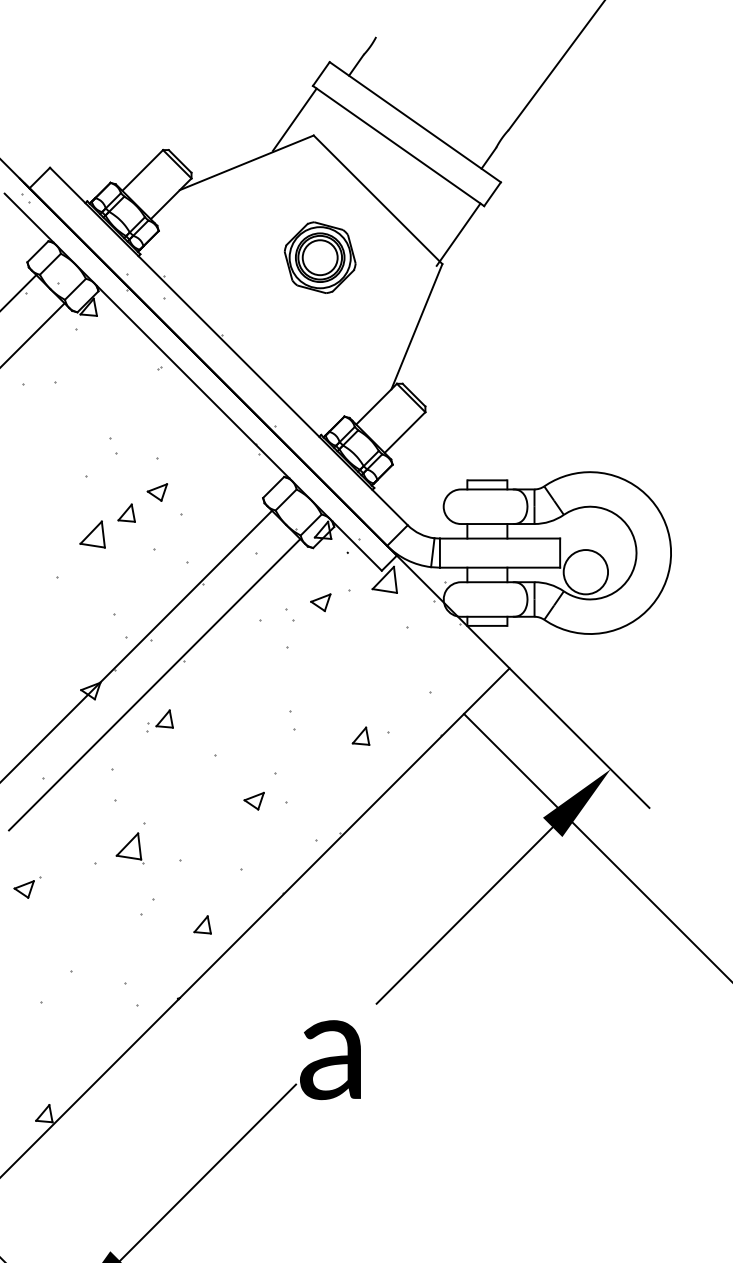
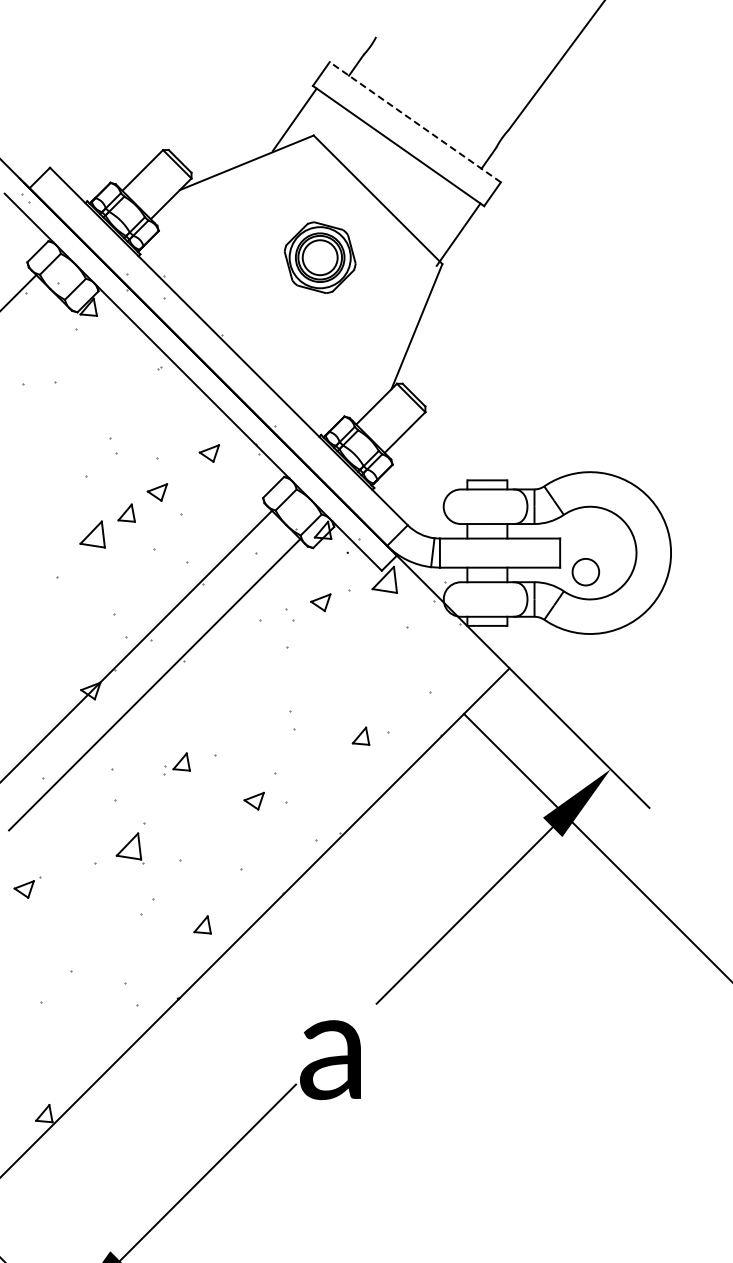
line at (415, 122): solid -> dashed
line at (33, 334): present -> none
part at (209, 453): none -> present
circle at (585, 572) diameter: 44 px -> 27 px
part at (159, 720) position: (159, 720) -> (176, 763)
